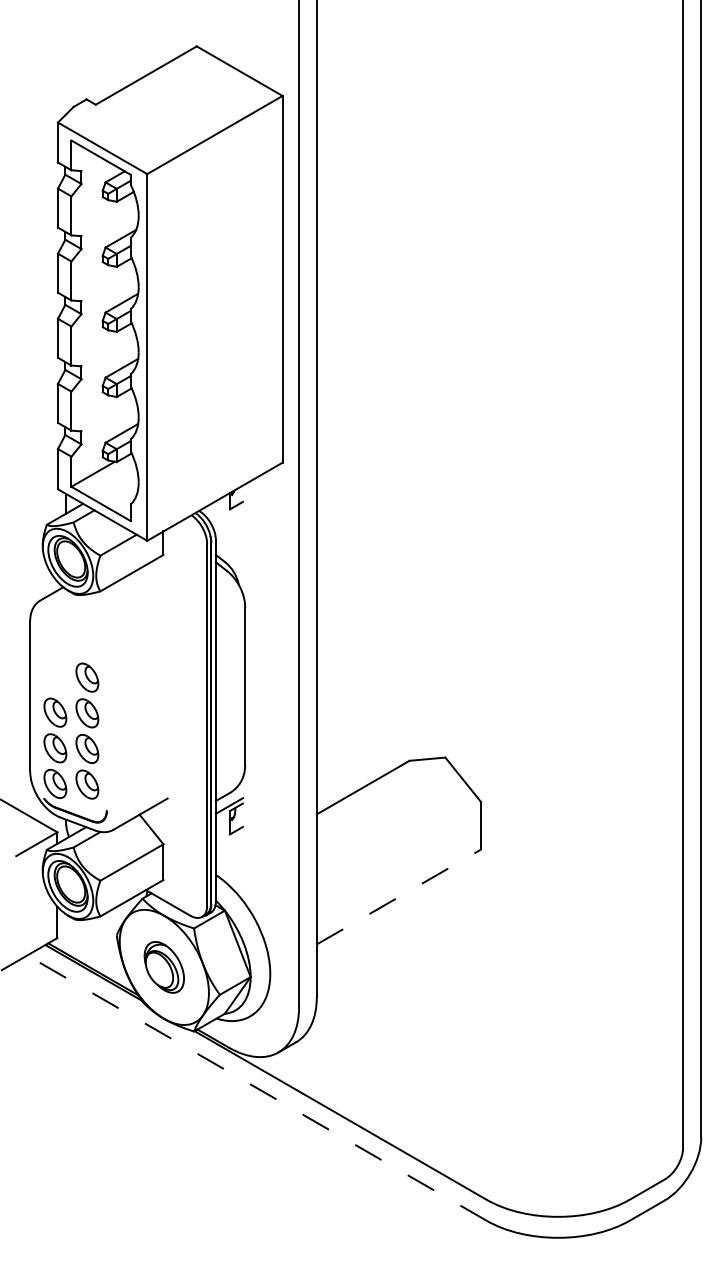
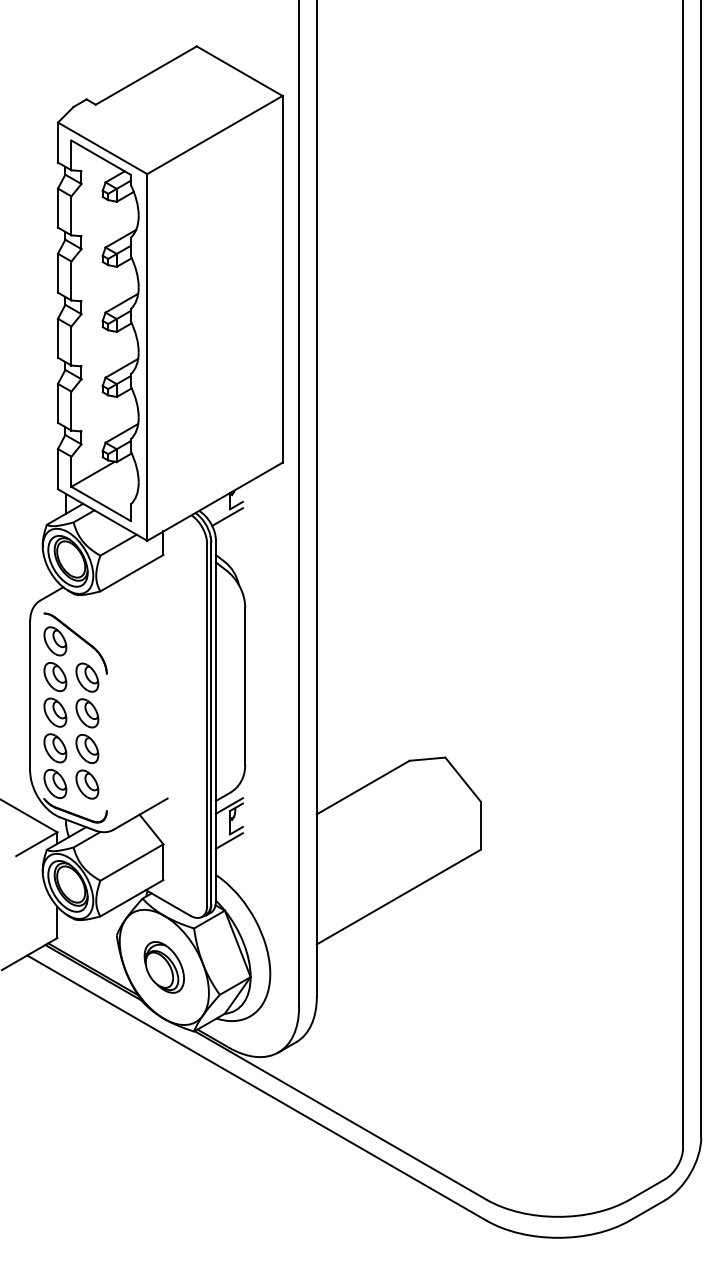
line at (227, 516): none -> present
part at (67, 649): none -> present
line at (228, 840): none -> present
line at (398, 897): dashed -> solid
line at (256, 1087): dashed -> solid
